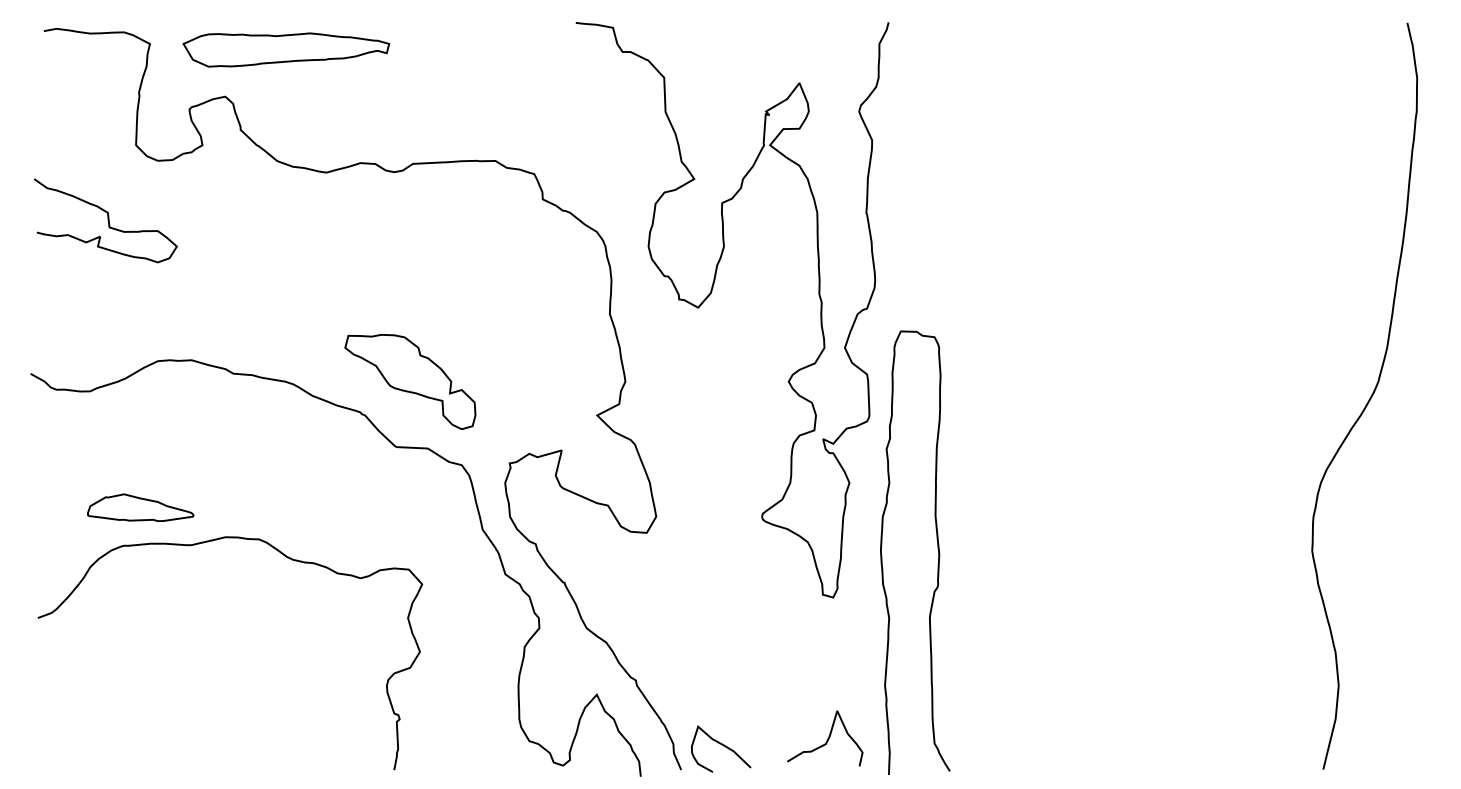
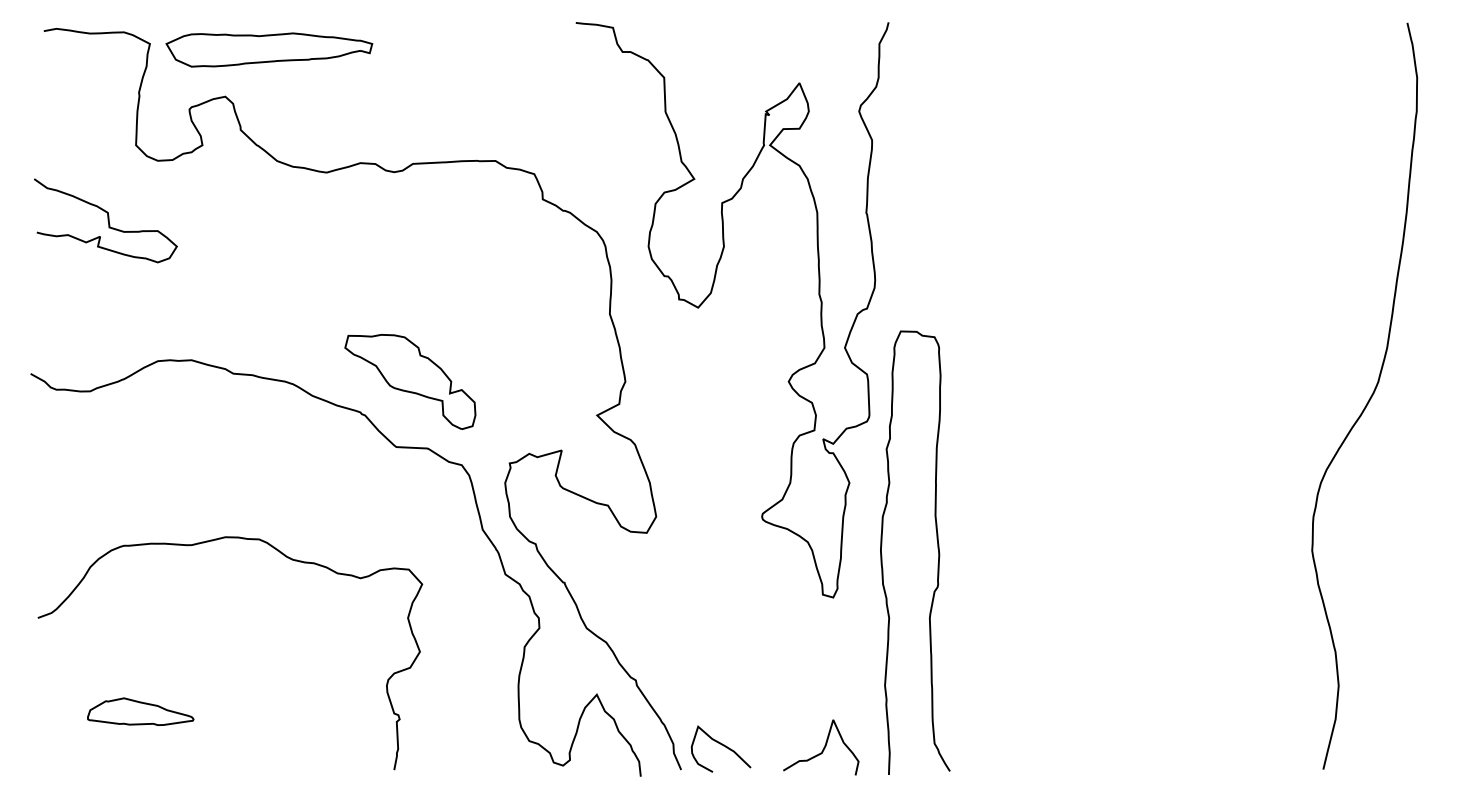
part at (286, 49) position: (286, 49) -> (269, 49)
part at (140, 507) position: (140, 507) -> (140, 711)
curve at (827, 738) position: (827, 738) -> (823, 747)
